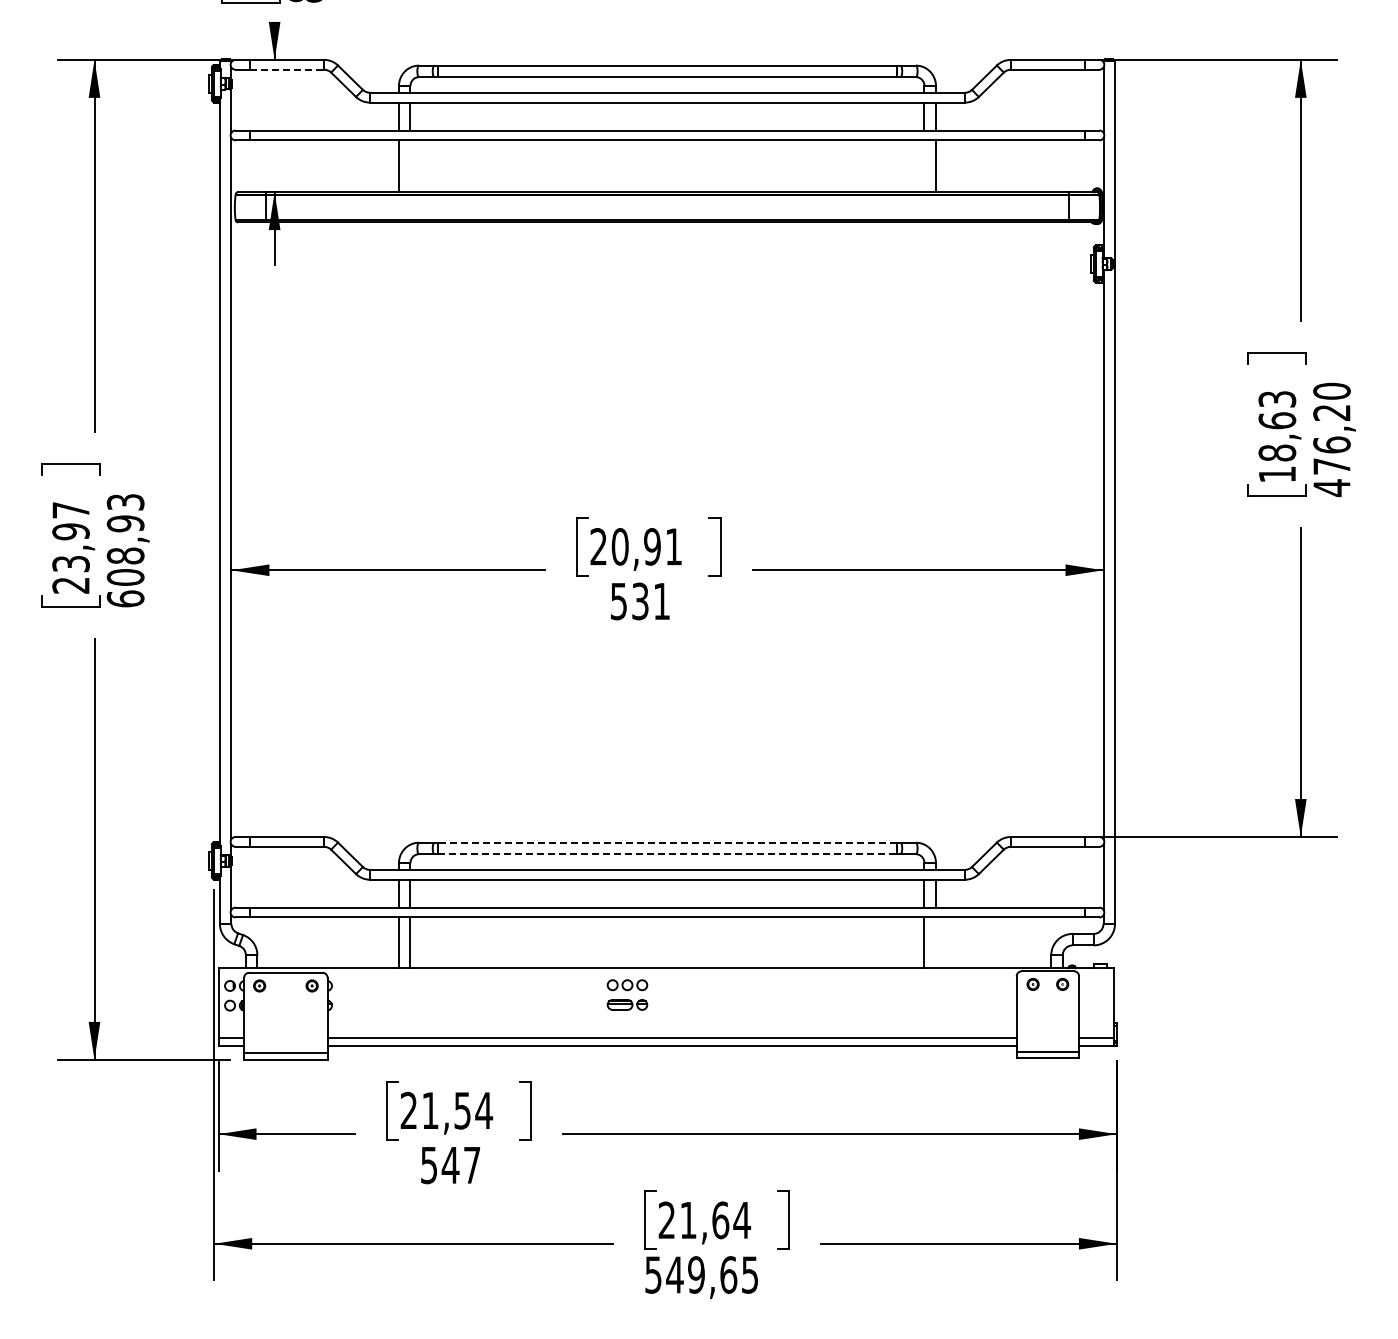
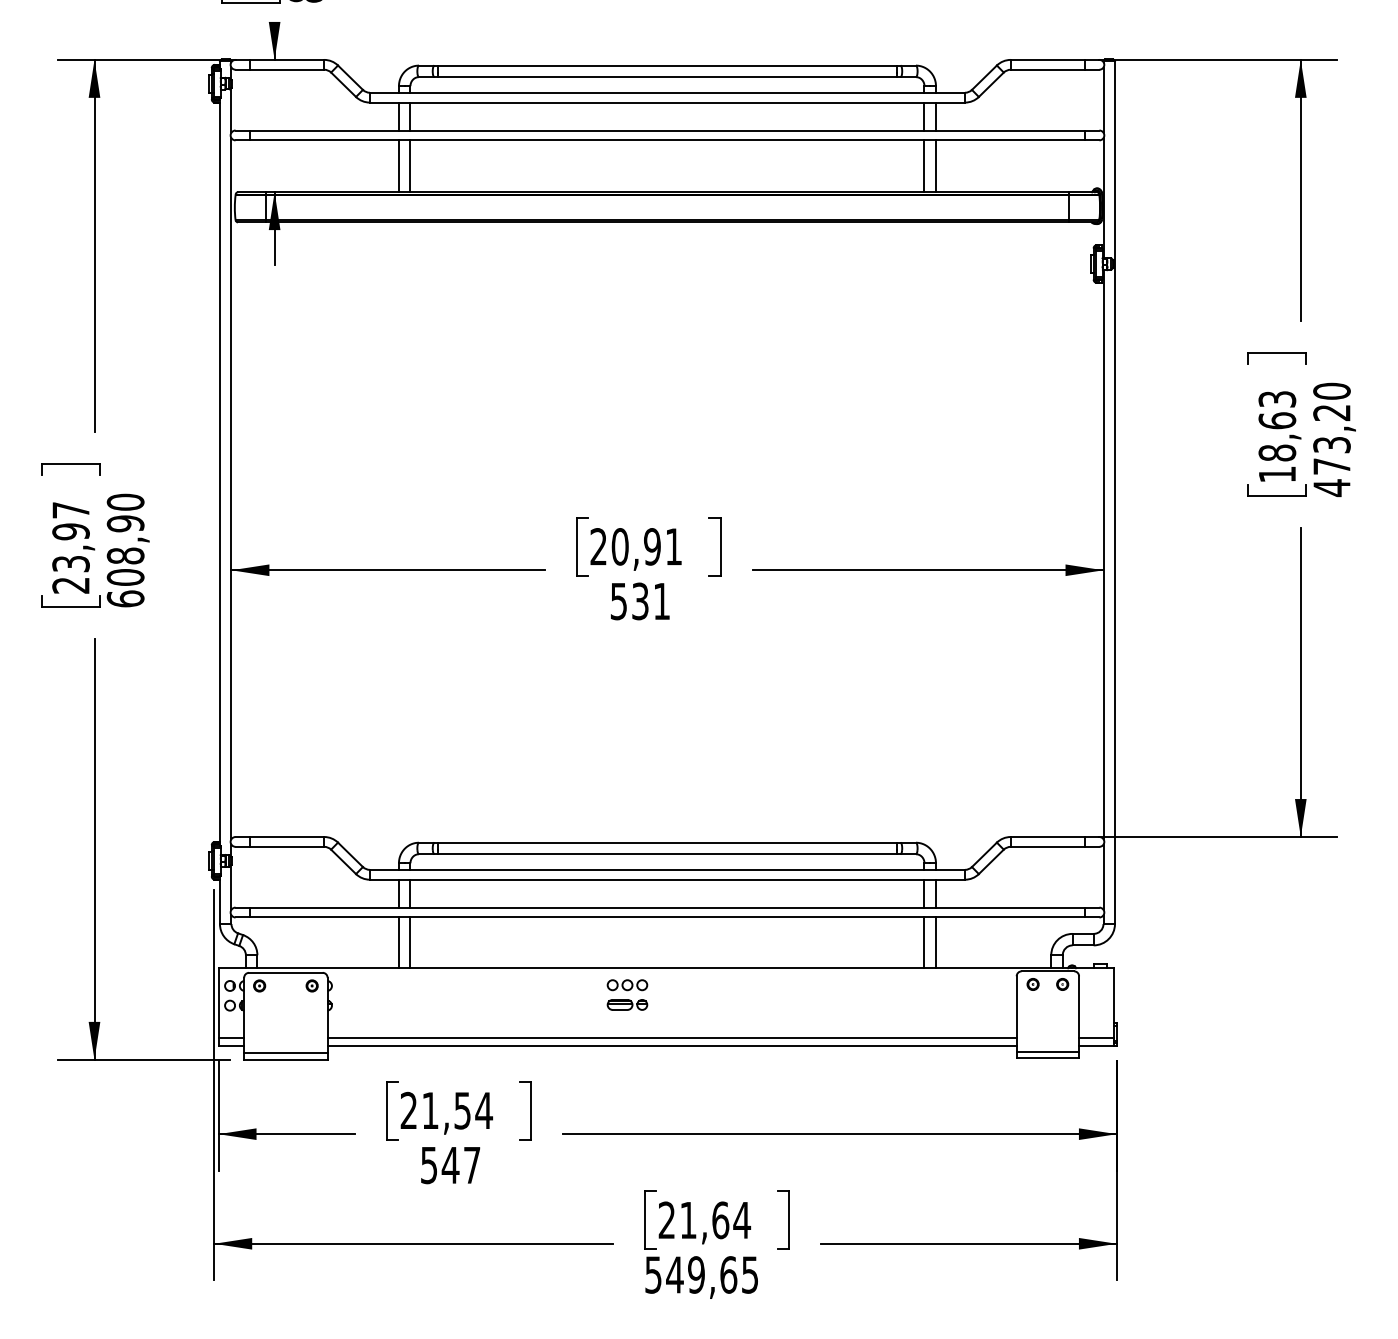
line at (287, 69): dashed -> solid
line at (410, 166): none -> present
line at (924, 166): none -> present
text at (1331, 444): 476,20 -> 473,20
text at (125, 501): 608,93 -> 608,90
line at (666, 842): dashed -> solid
line at (667, 854): dashed -> solid
line at (935, 942): none -> present
